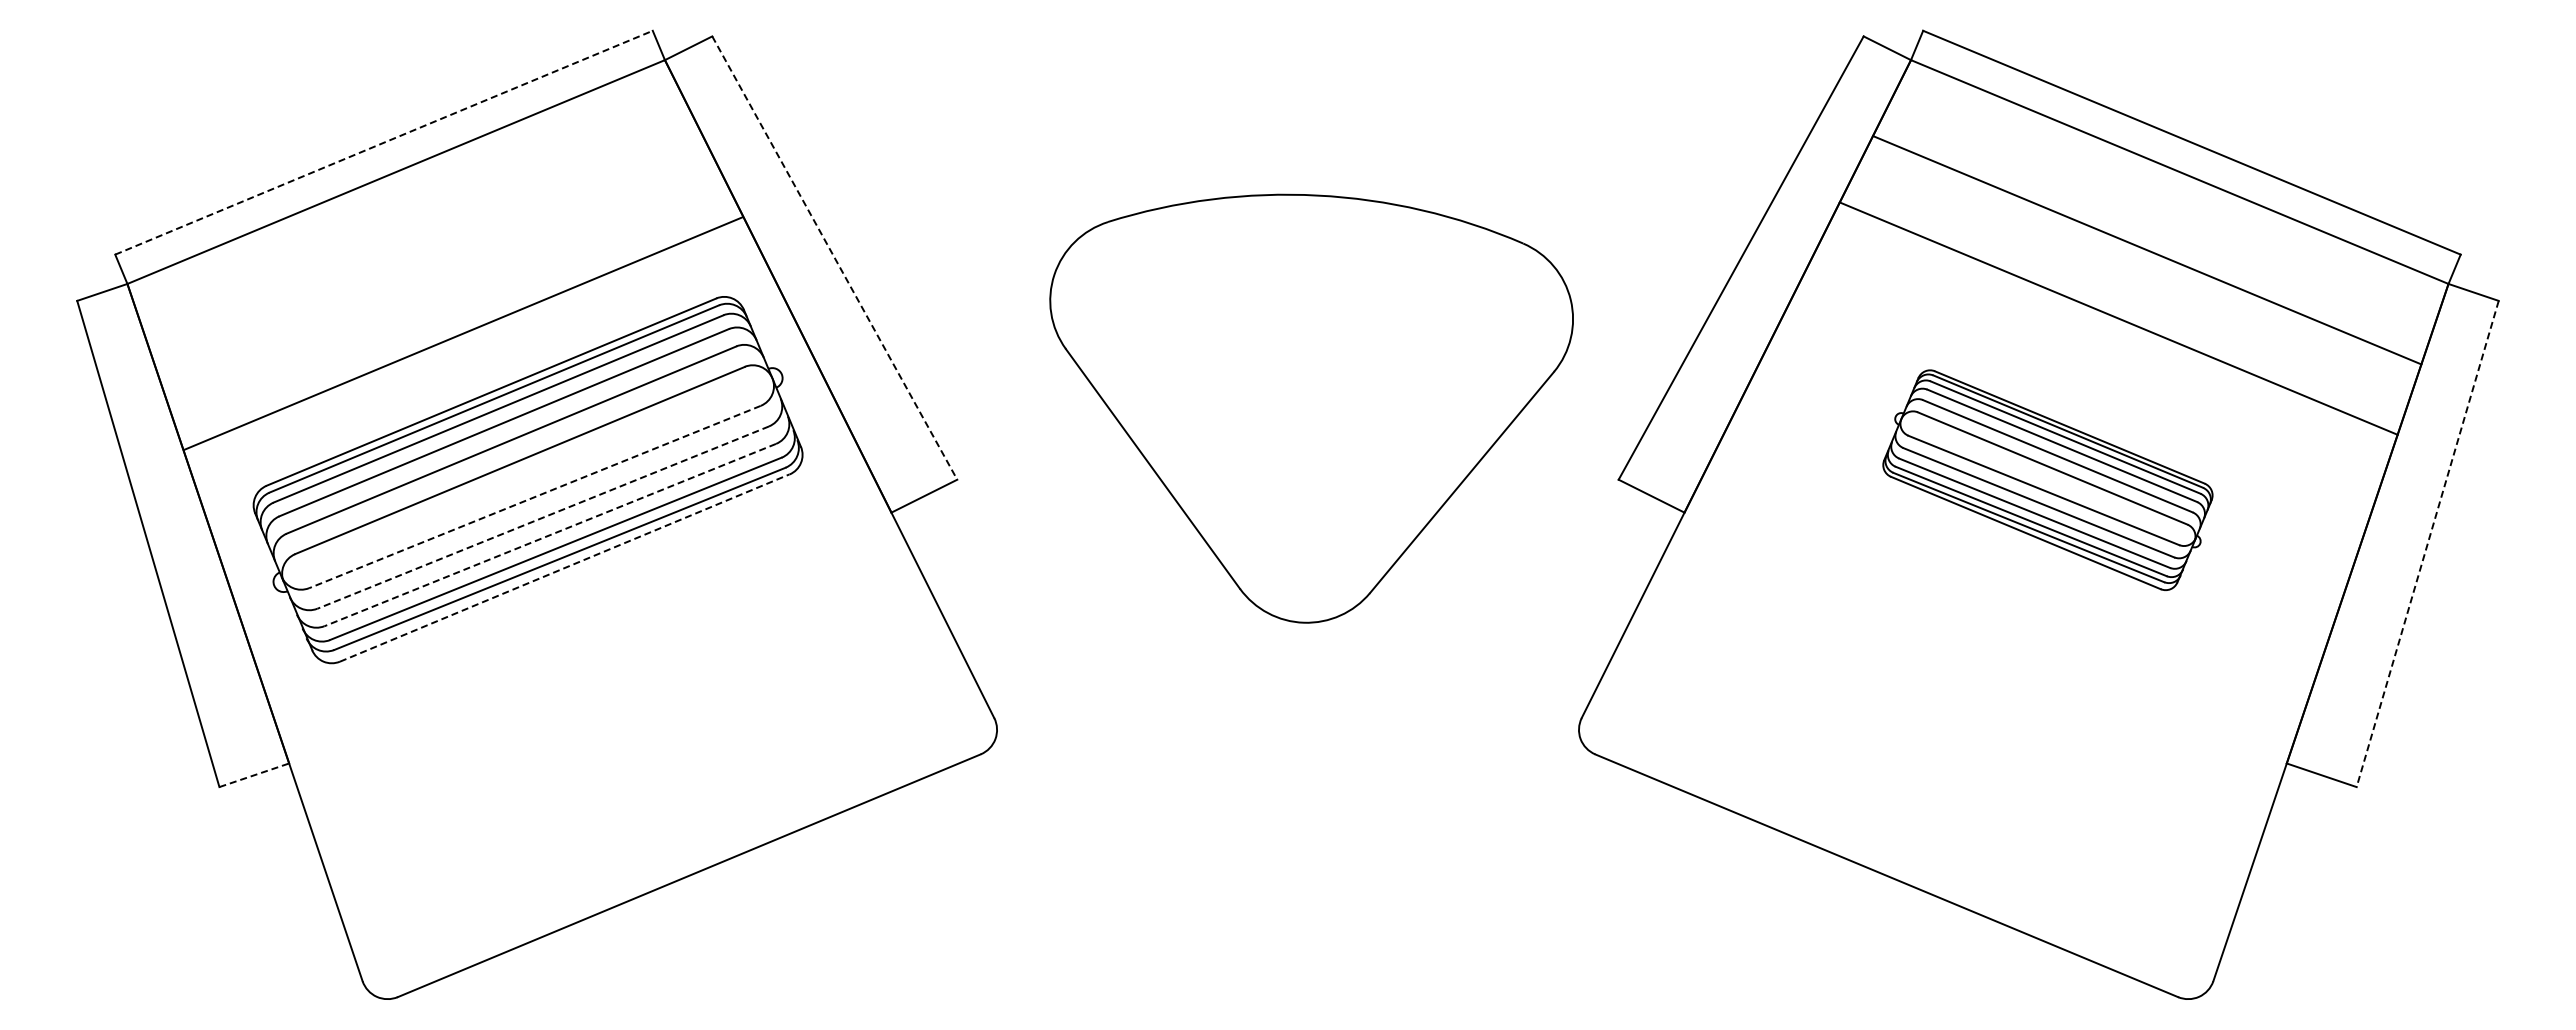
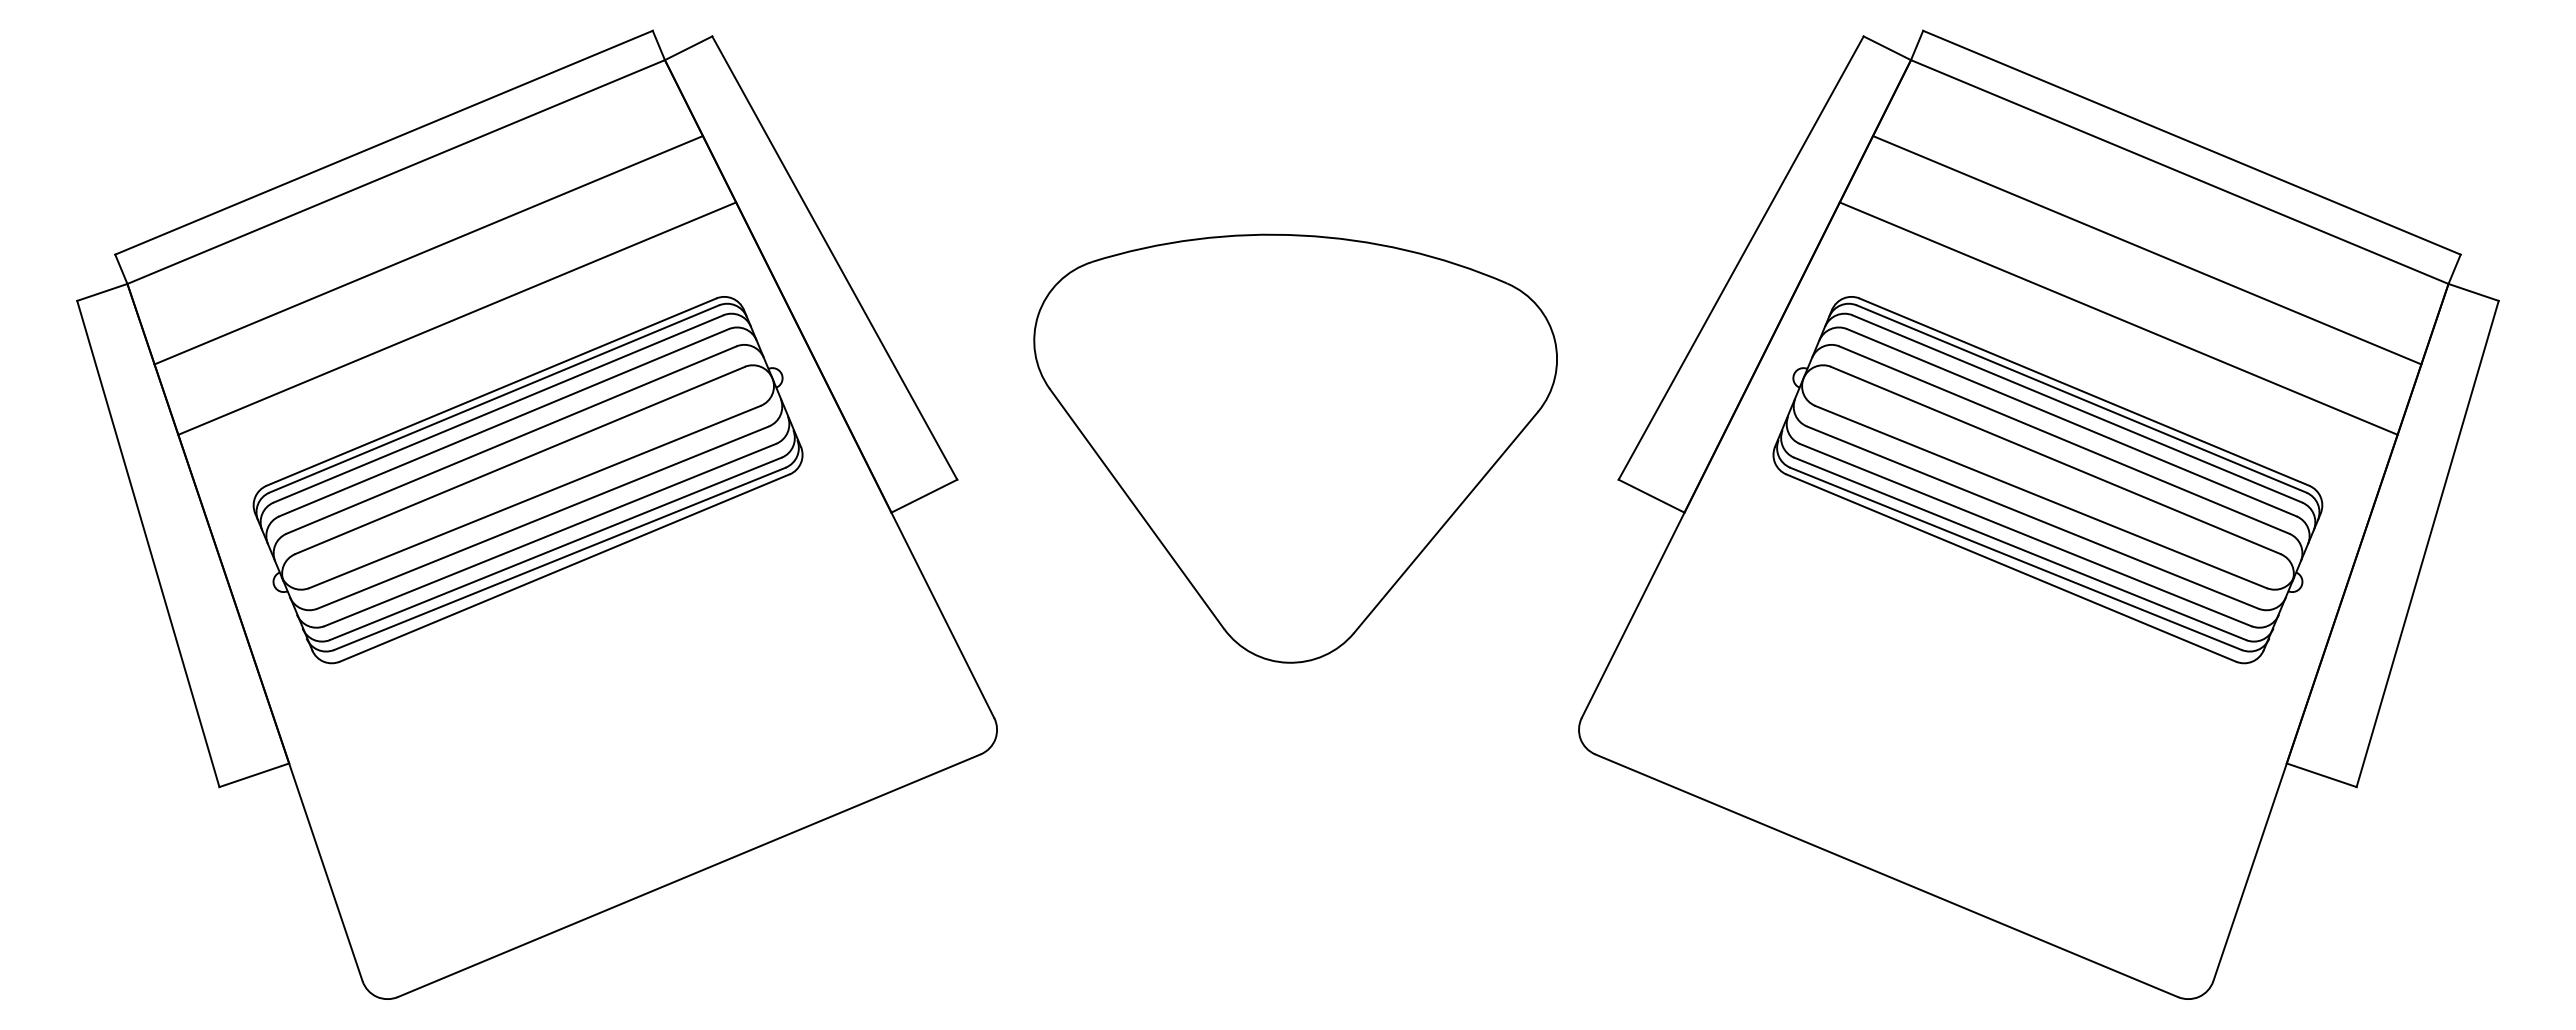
line at (384, 142): dashed -> solid
line at (428, 250): none -> present
line at (835, 258): dashed -> solid
line at (463, 333) position: (463, 333) -> (457, 318)
part at (1311, 408) position: (1311, 408) -> (1295, 448)
part at (2047, 479) size: 332x222 px -> 552x369 px
line at (534, 497): dashed -> solid
line at (543, 517): dashed -> solid
line at (549, 535): dashed -> solid
line at (2427, 544): dashed -> solid
line at (564, 568): dashed -> solid
line at (254, 775): dashed -> solid
